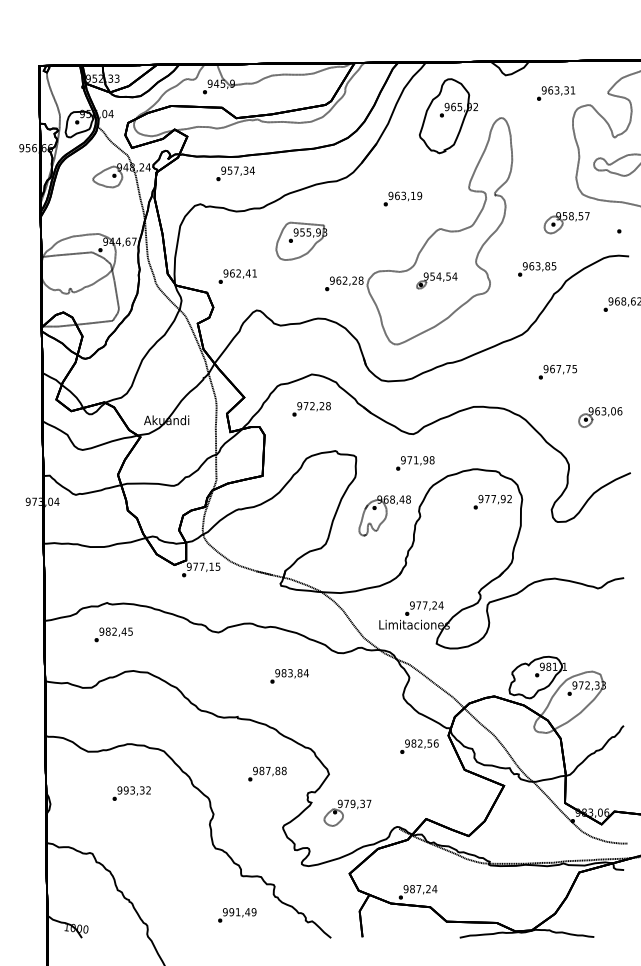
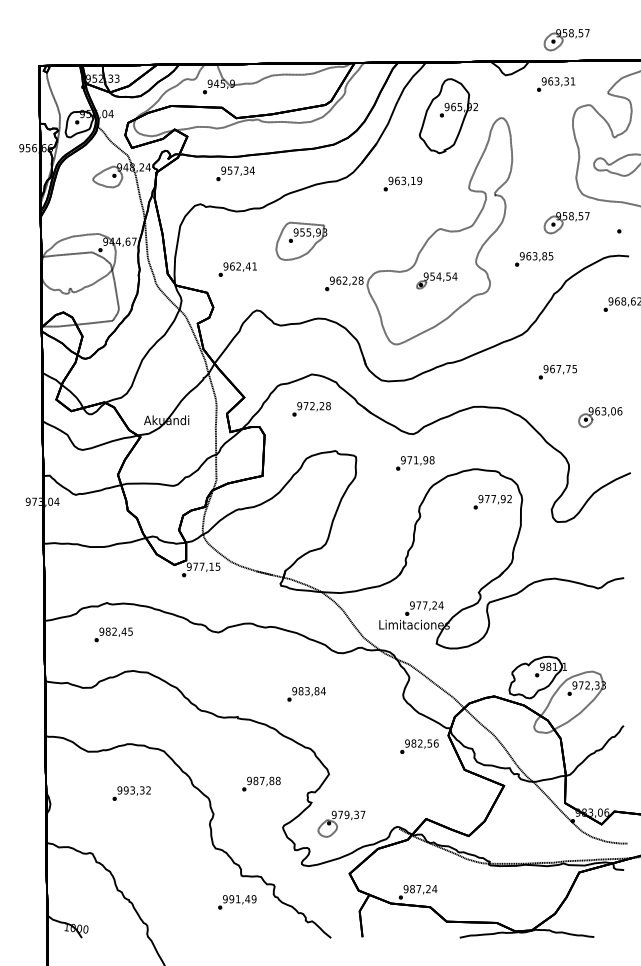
part at (566, 40): none -> present
text at (556, 93) position: (556, 93) -> (556, 84)
text at (402, 198) position: (402, 198) -> (402, 183)
text at (537, 269) position: (537, 269) -> (534, 259)
text at (237, 276) position: (237, 276) -> (237, 269)
part at (384, 515): present -> none
text at (289, 676) position: (289, 676) -> (306, 694)
text at (267, 773) position: (267, 773) -> (261, 783)
part at (347, 812) position: (347, 812) -> (341, 823)
text at (237, 915) position: (237, 915) -> (237, 902)
